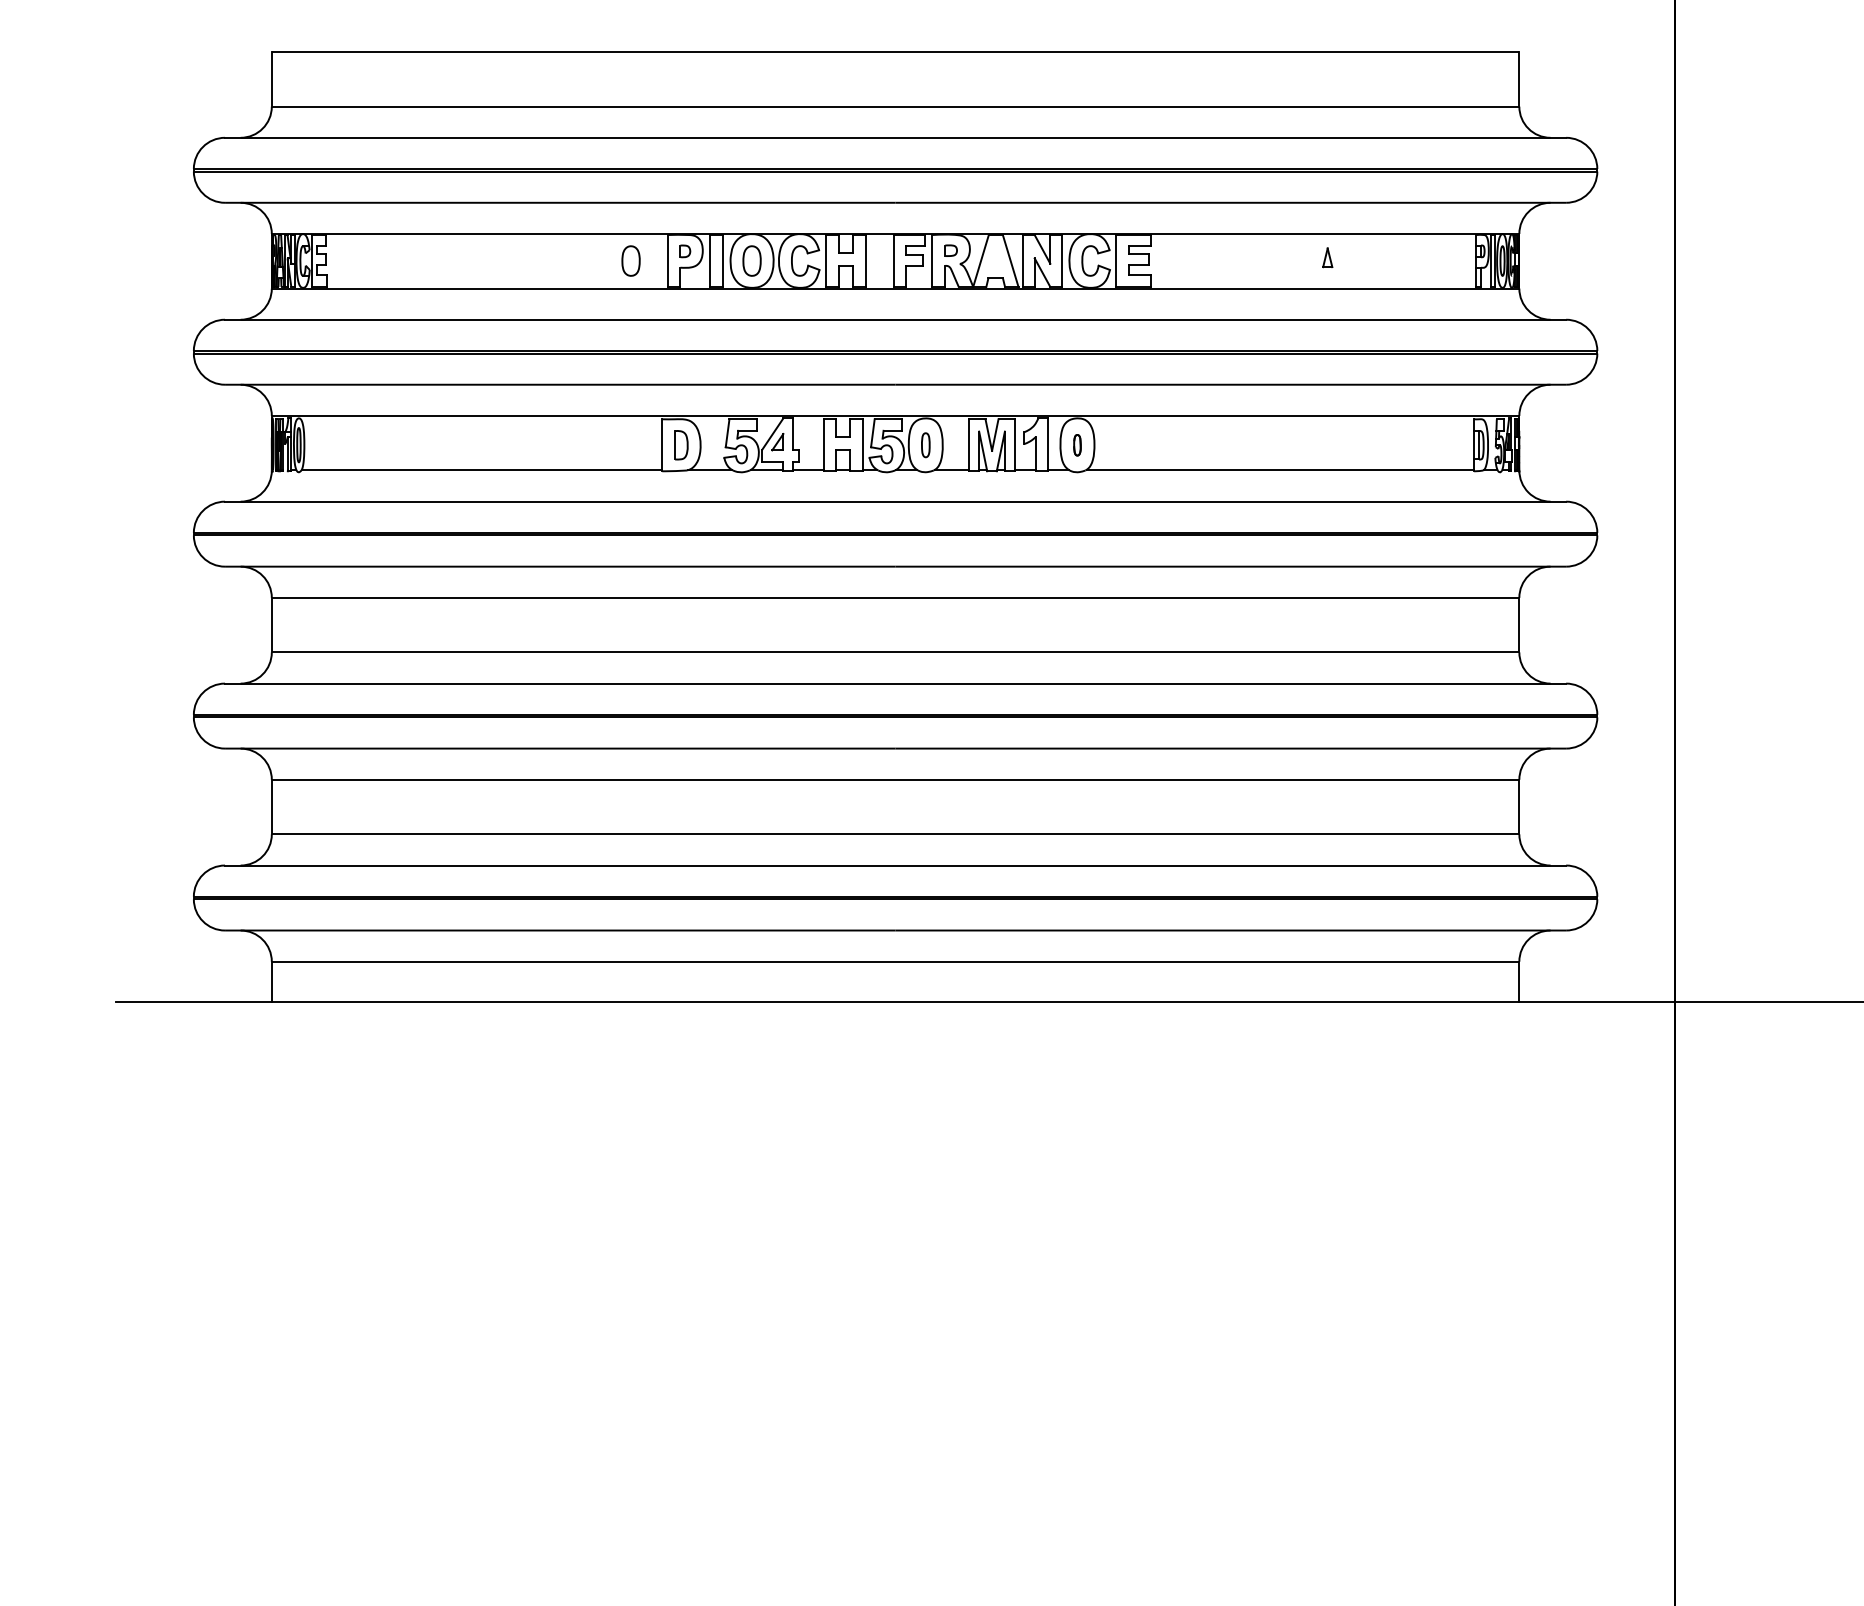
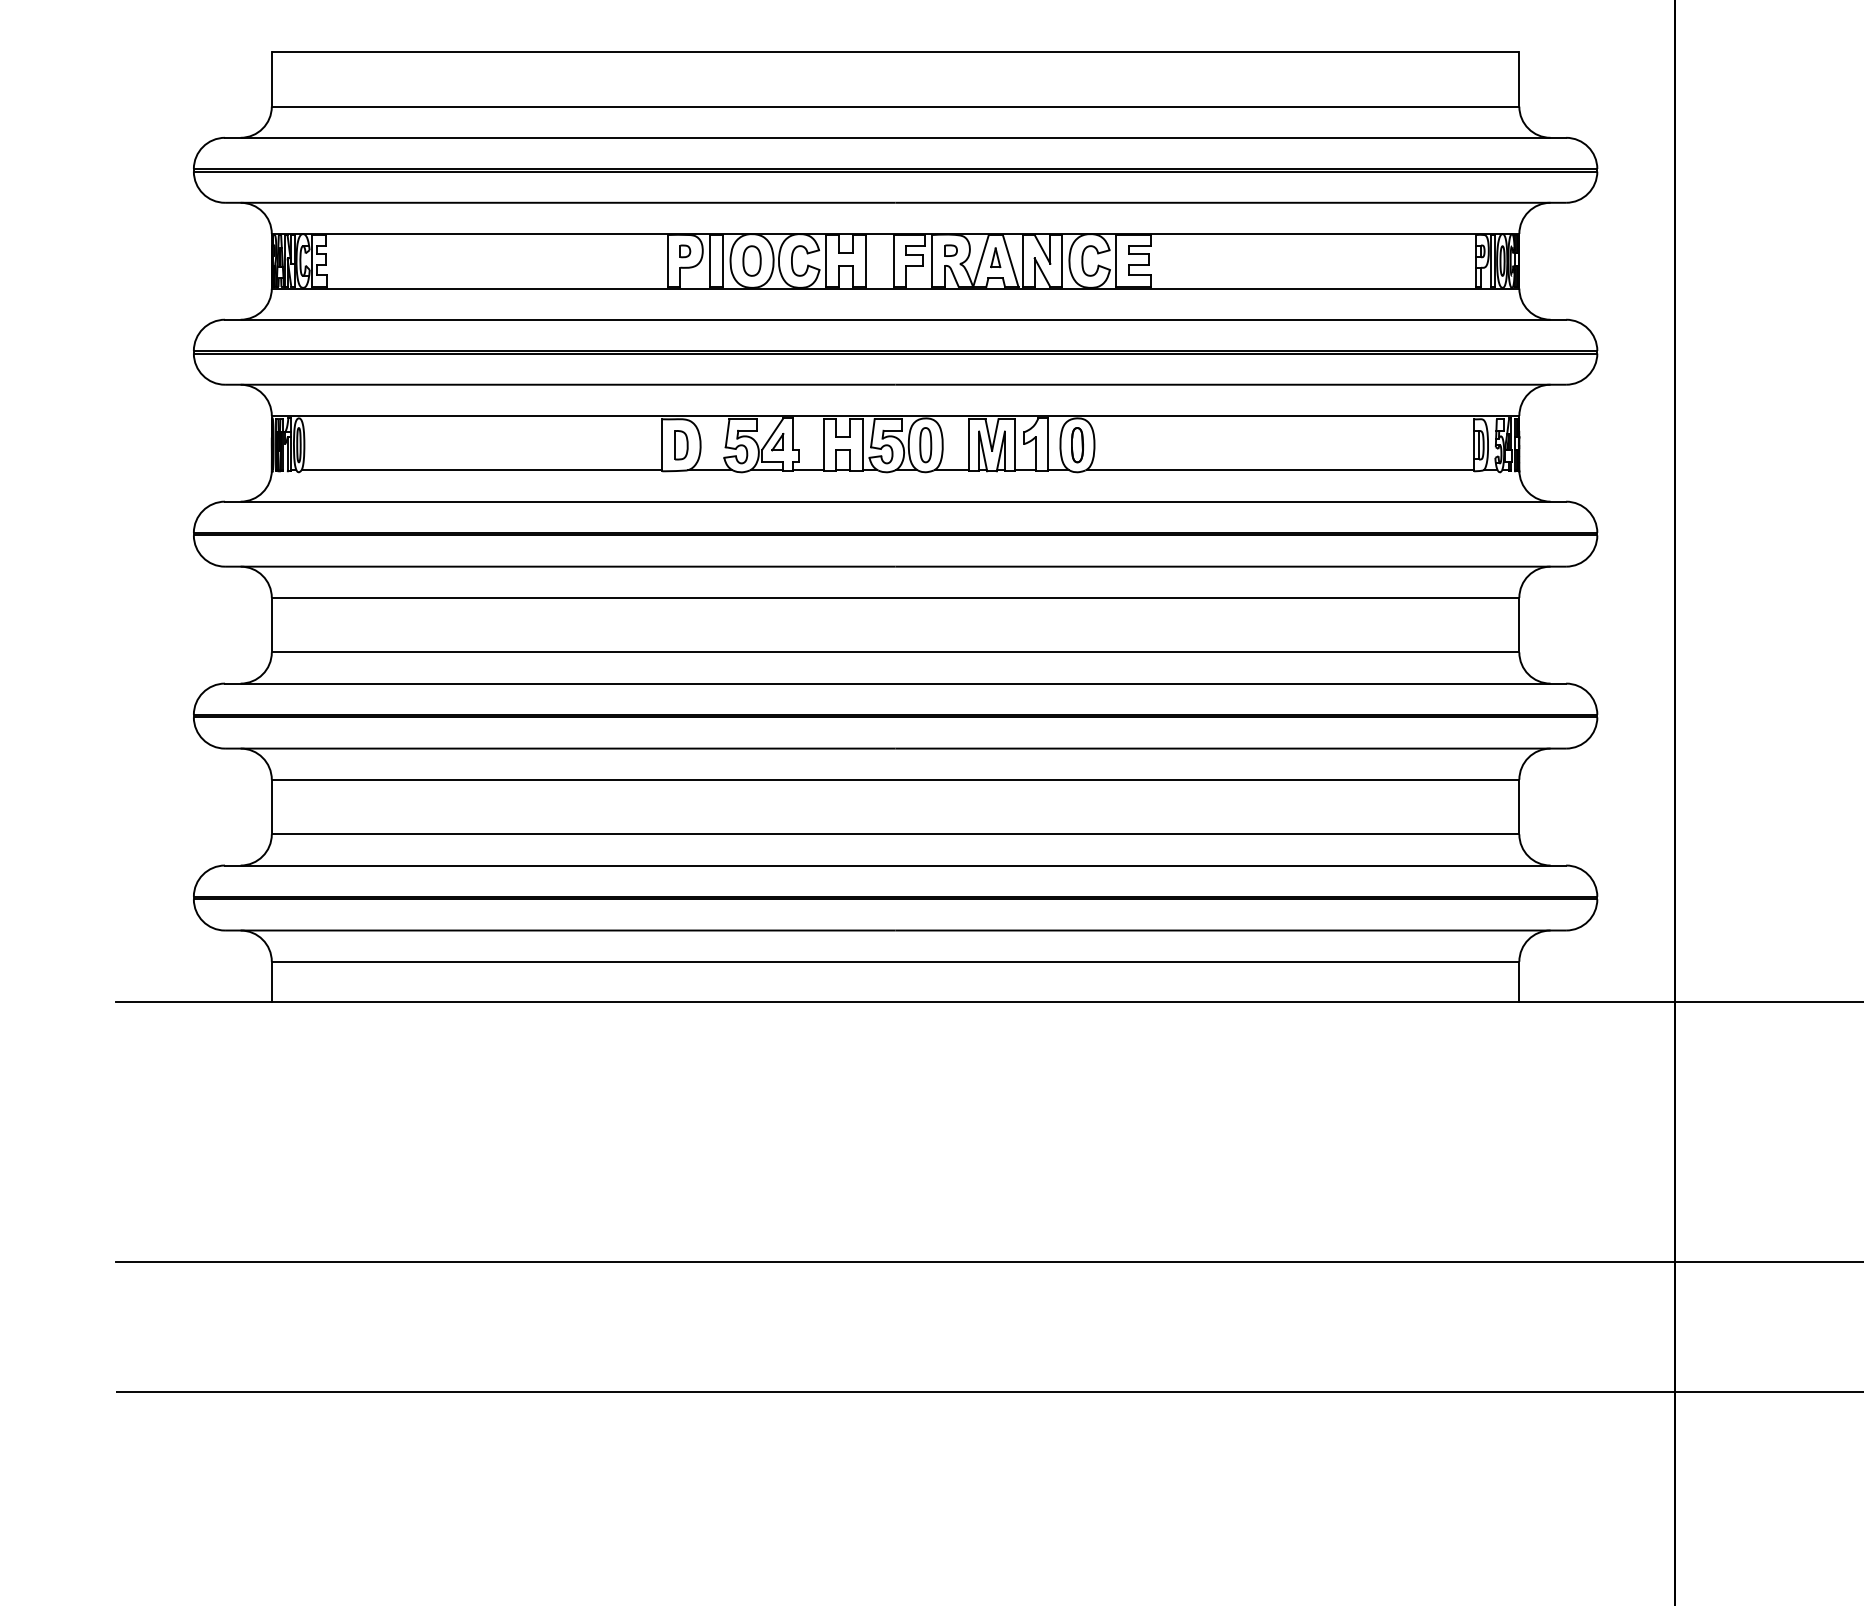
part at (1327, 257) position: (1327, 257) -> (995, 257)
part at (630, 260): present -> none
part at (925, 445) size: 10x27 px -> 14x37 px
part at (1077, 445) size: 9x23 px -> 13x37 px
line at (987, 1261): none -> present
line at (987, 1391): none -> present
